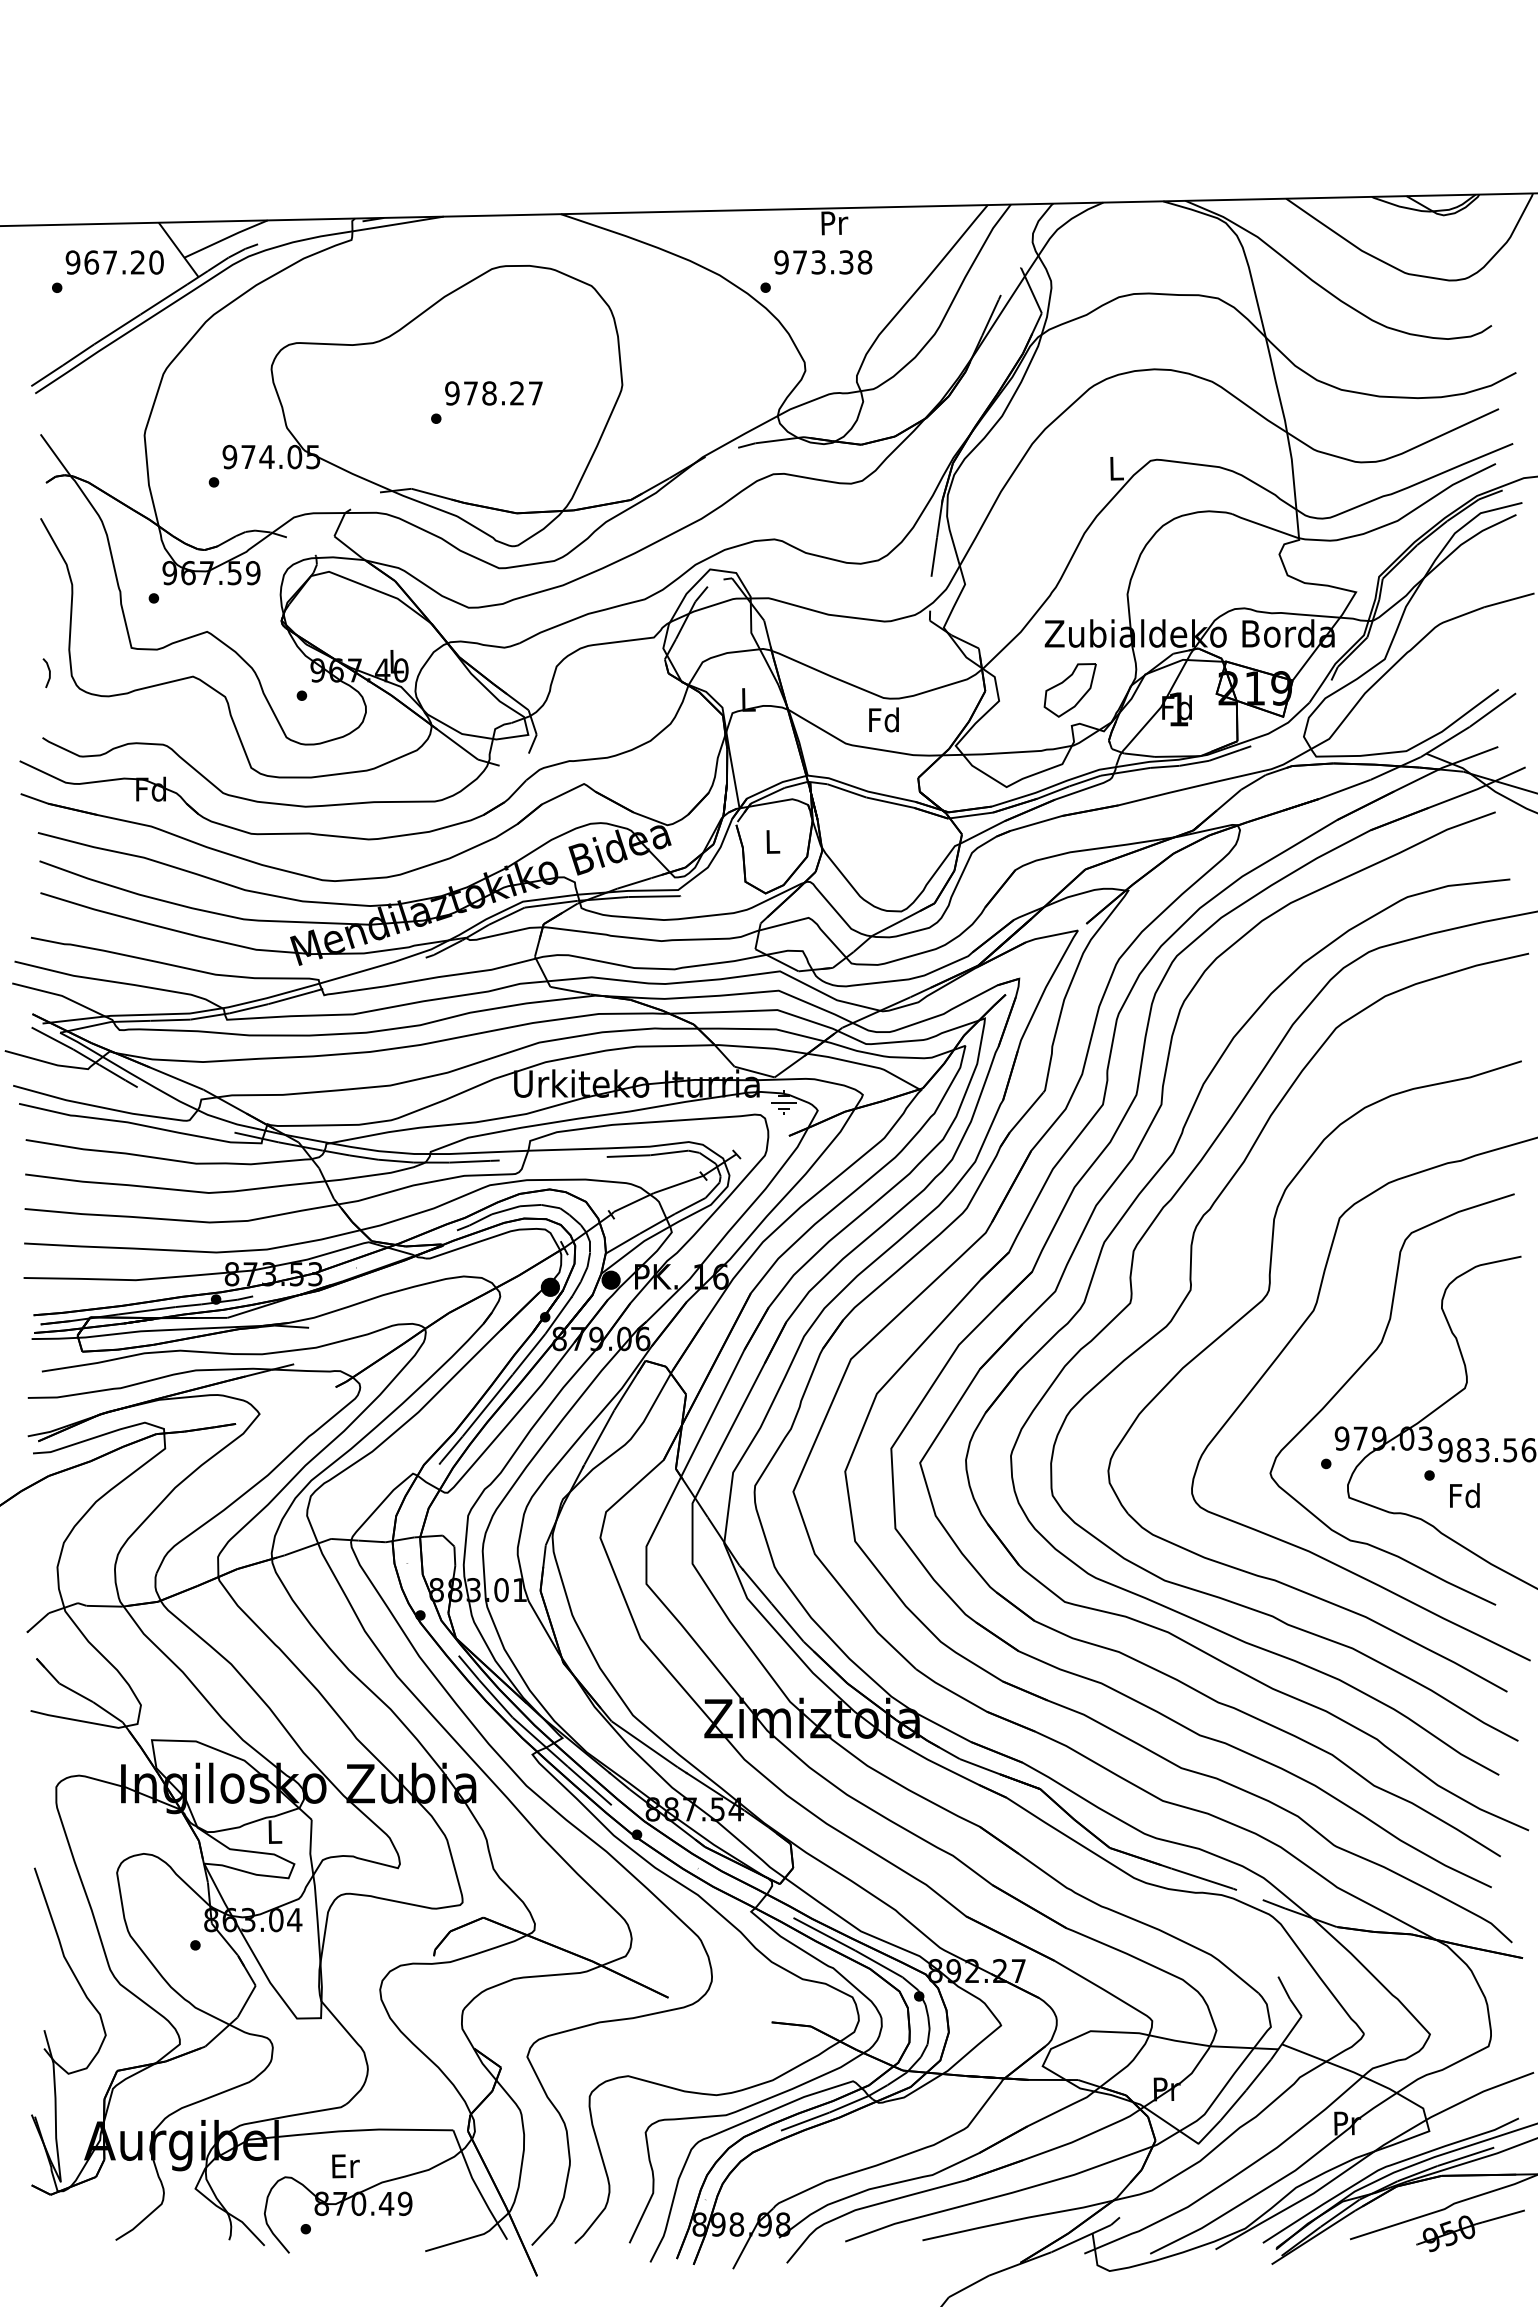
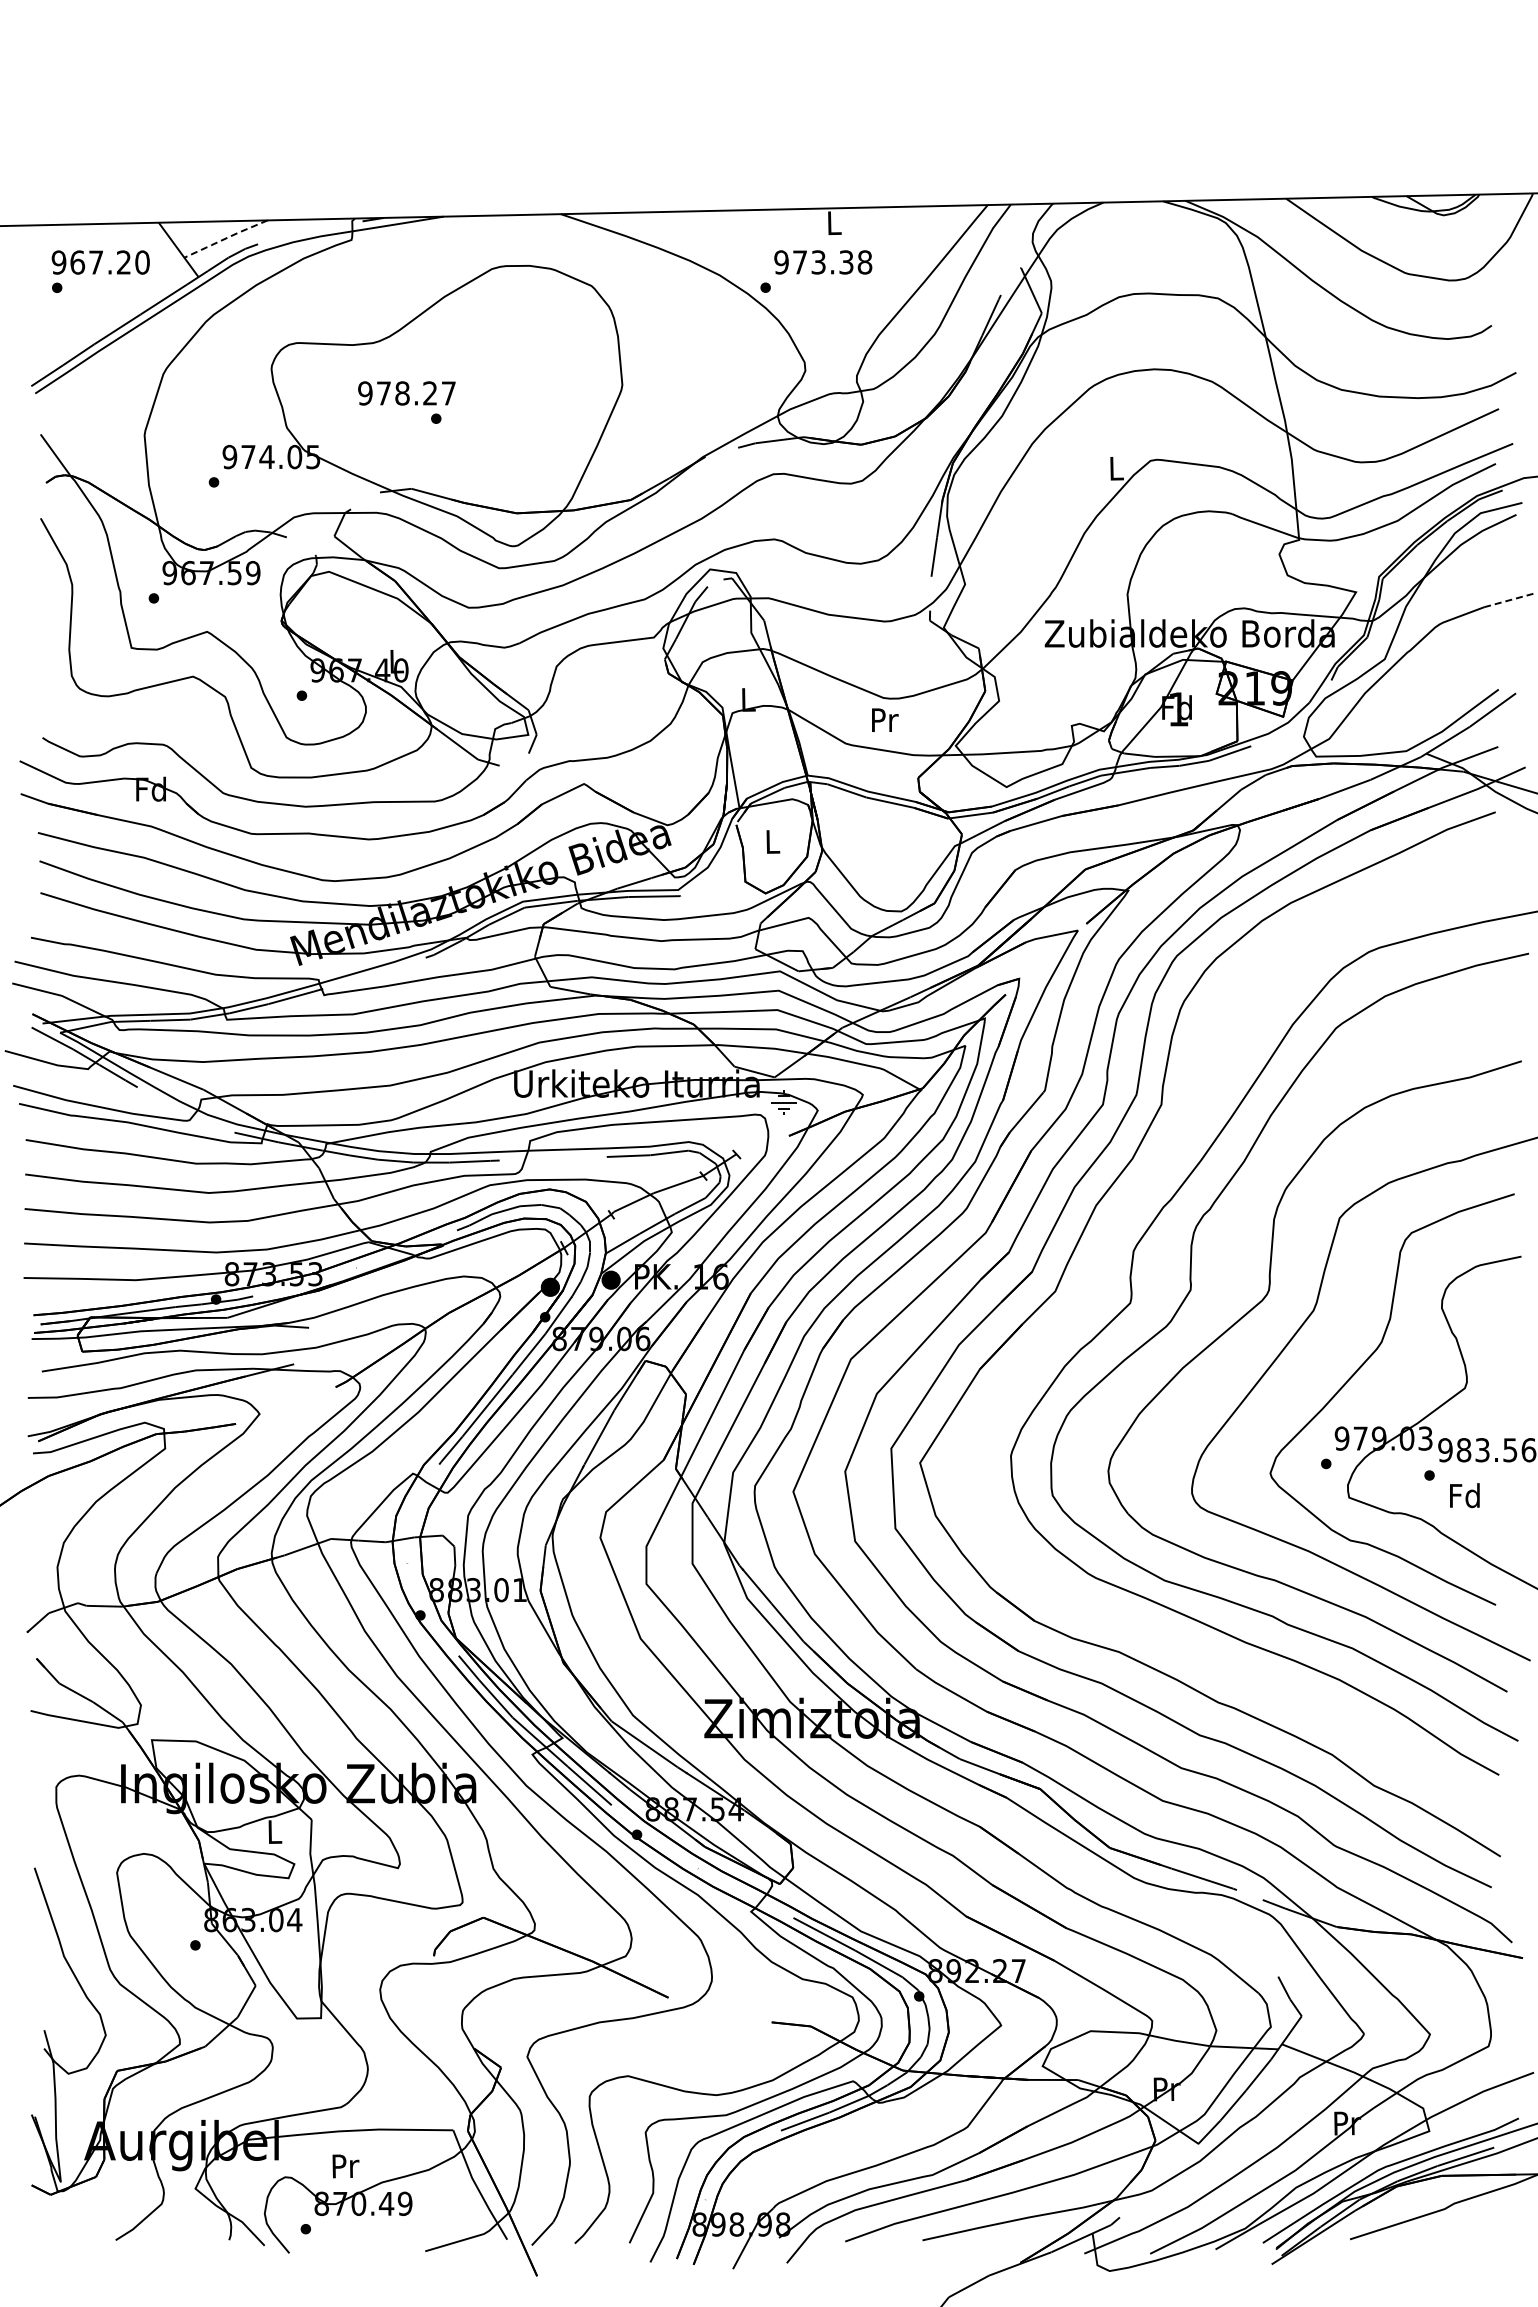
text at (834, 223): Pr -> L
line at (225, 238): solid -> dashed
text at (114, 262) position: (114, 262) -> (100, 262)
text at (493, 393) position: (493, 393) -> (406, 393)
line at (1509, 600): solid -> dashed
line at (49, 673): present -> none
part at (1069, 690): present -> none
text at (883, 719): Fd -> Pr
part at (1086, 1299): present -> none
text at (345, 2166): Er -> Pr
part at (1470, 2230): present -> none
